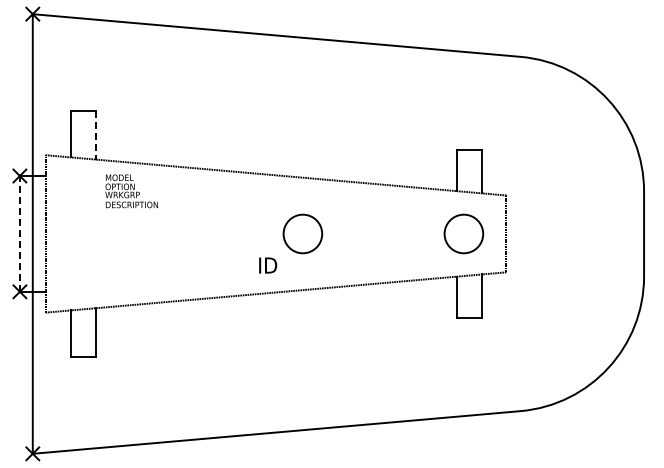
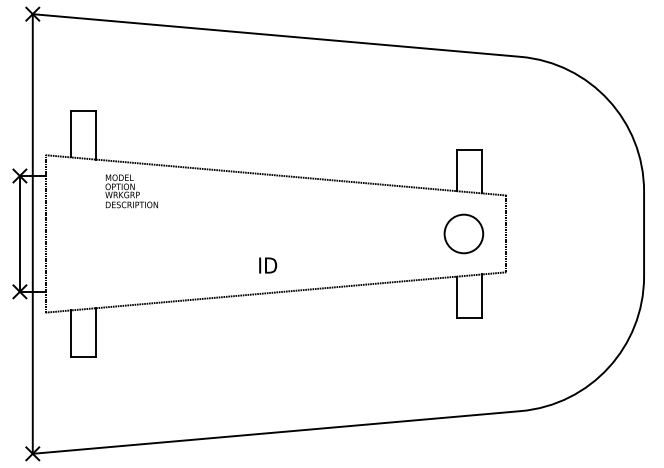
line at (95, 135): dashed -> solid
line at (19, 233): dashed -> solid
circle at (302, 233): present -> none
